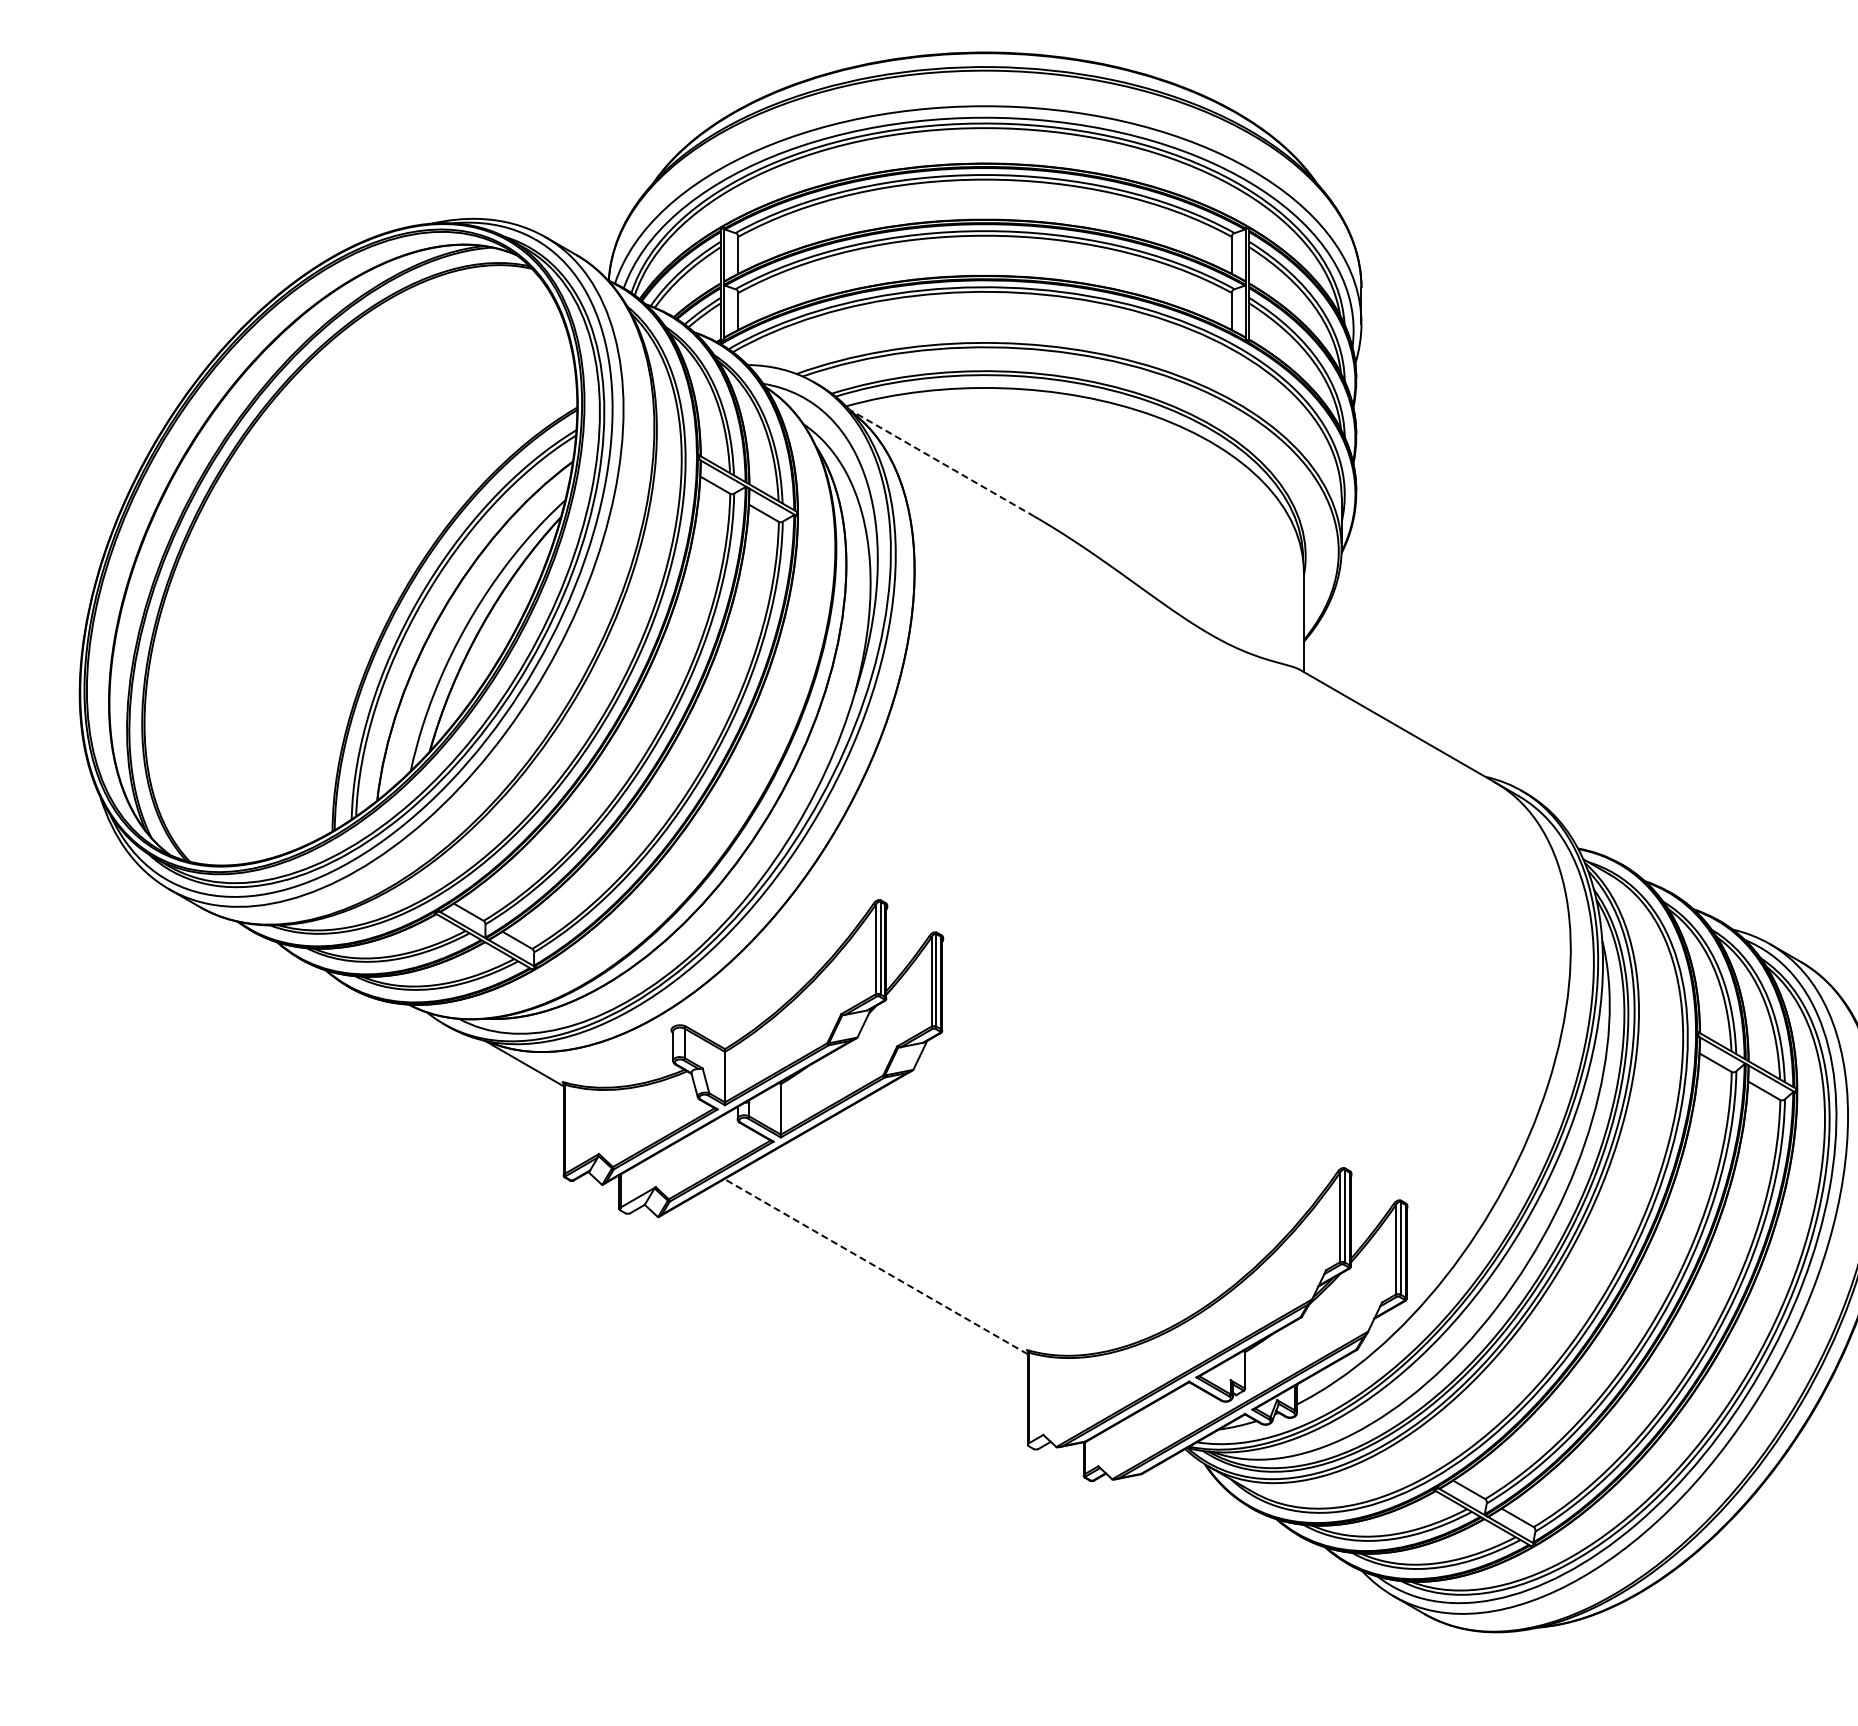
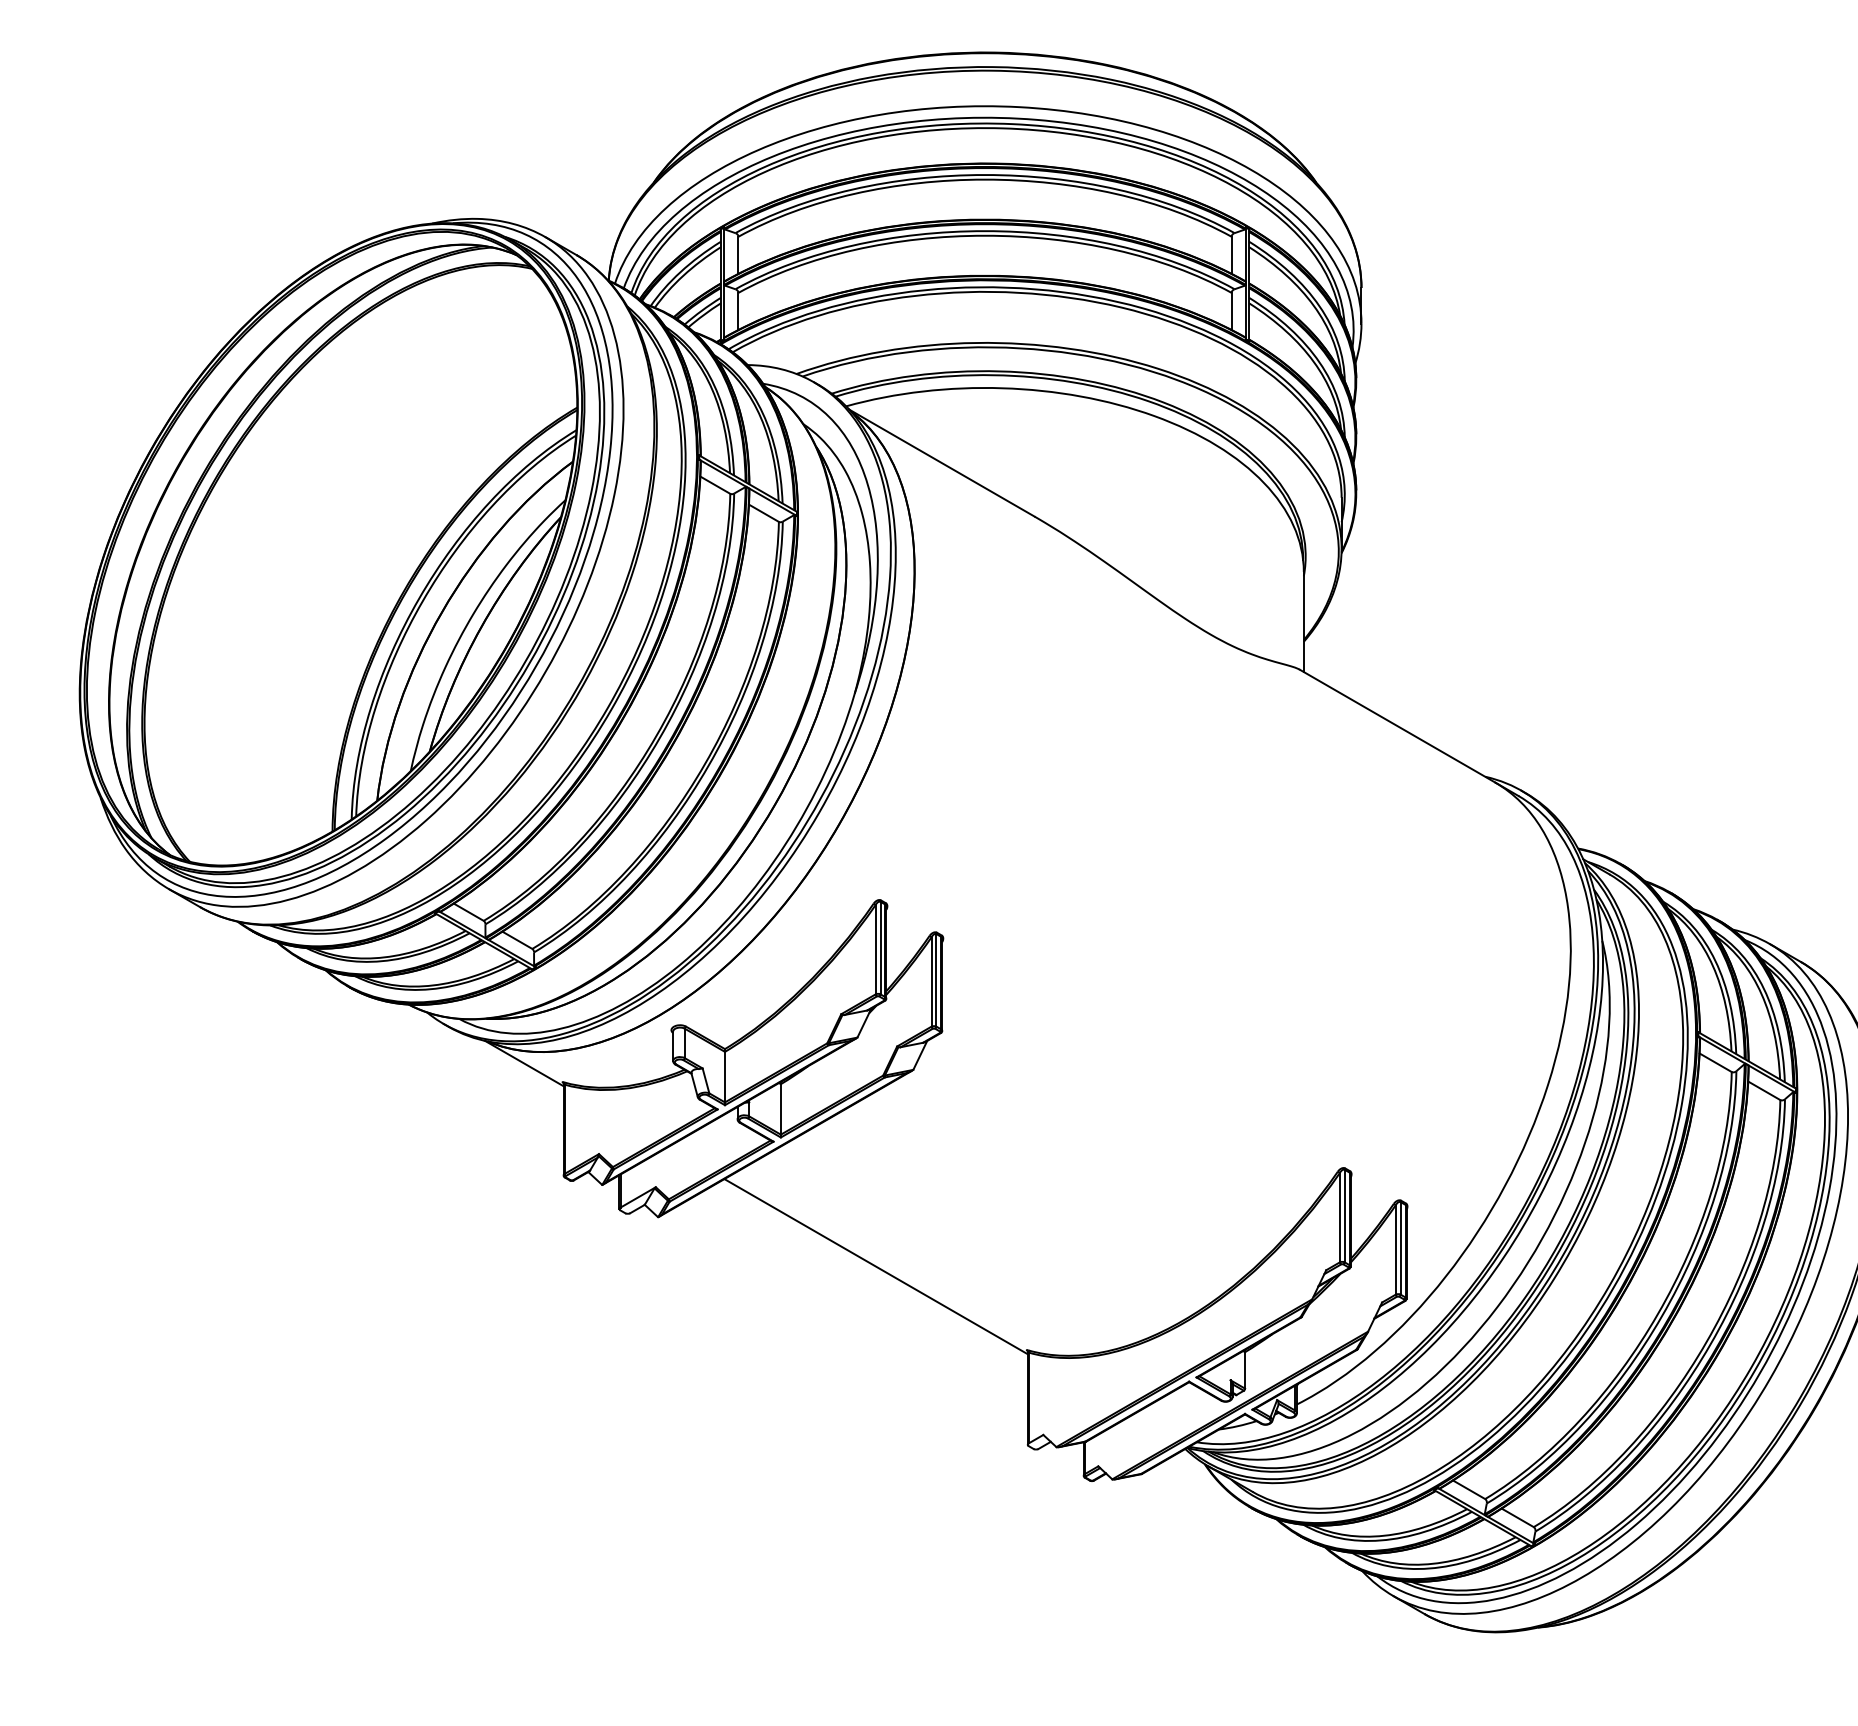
line at (941, 463): dashed -> solid
line at (875, 1266): dashed -> solid
